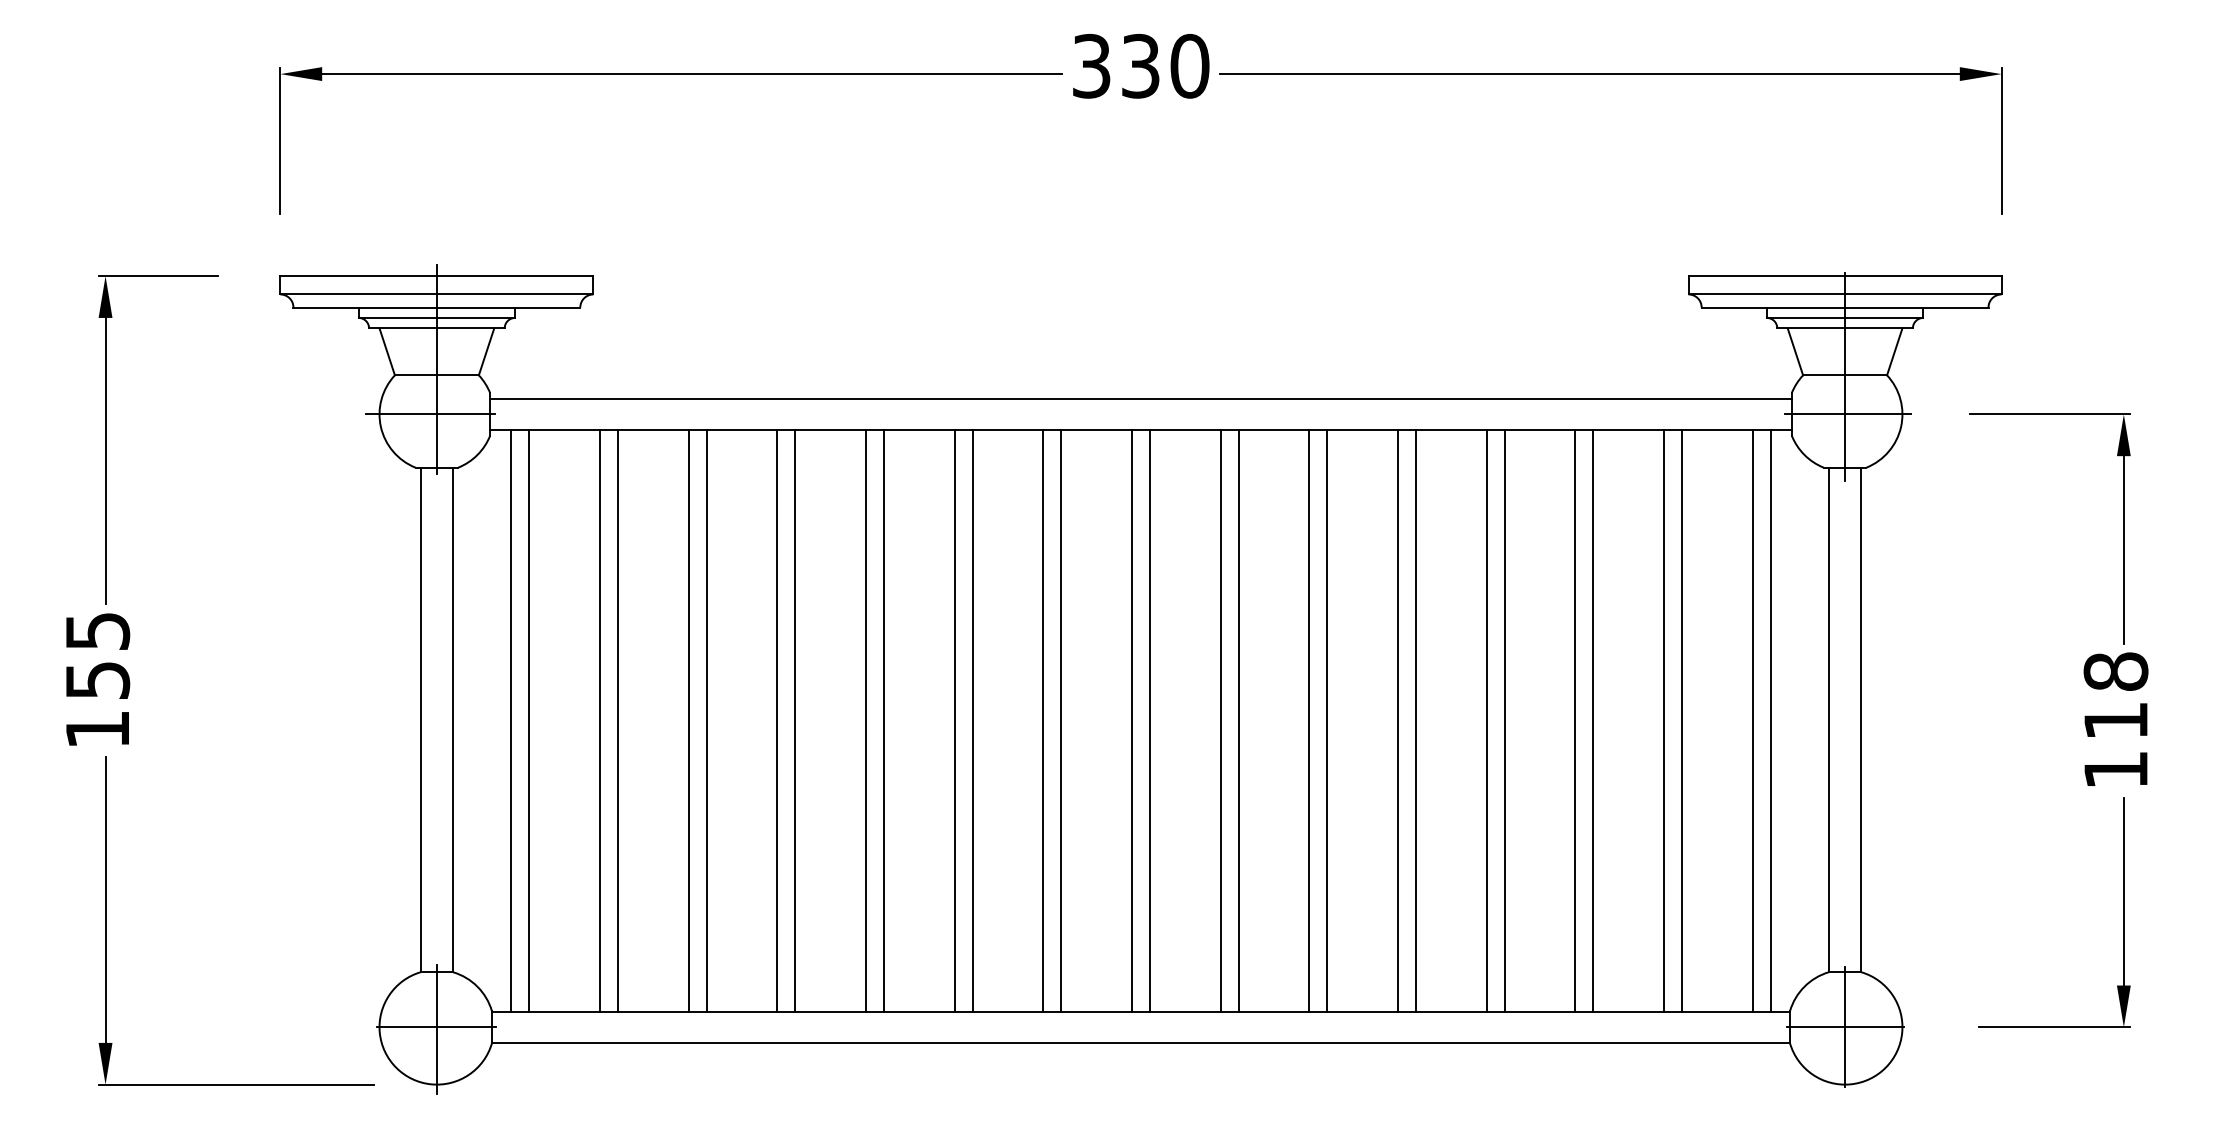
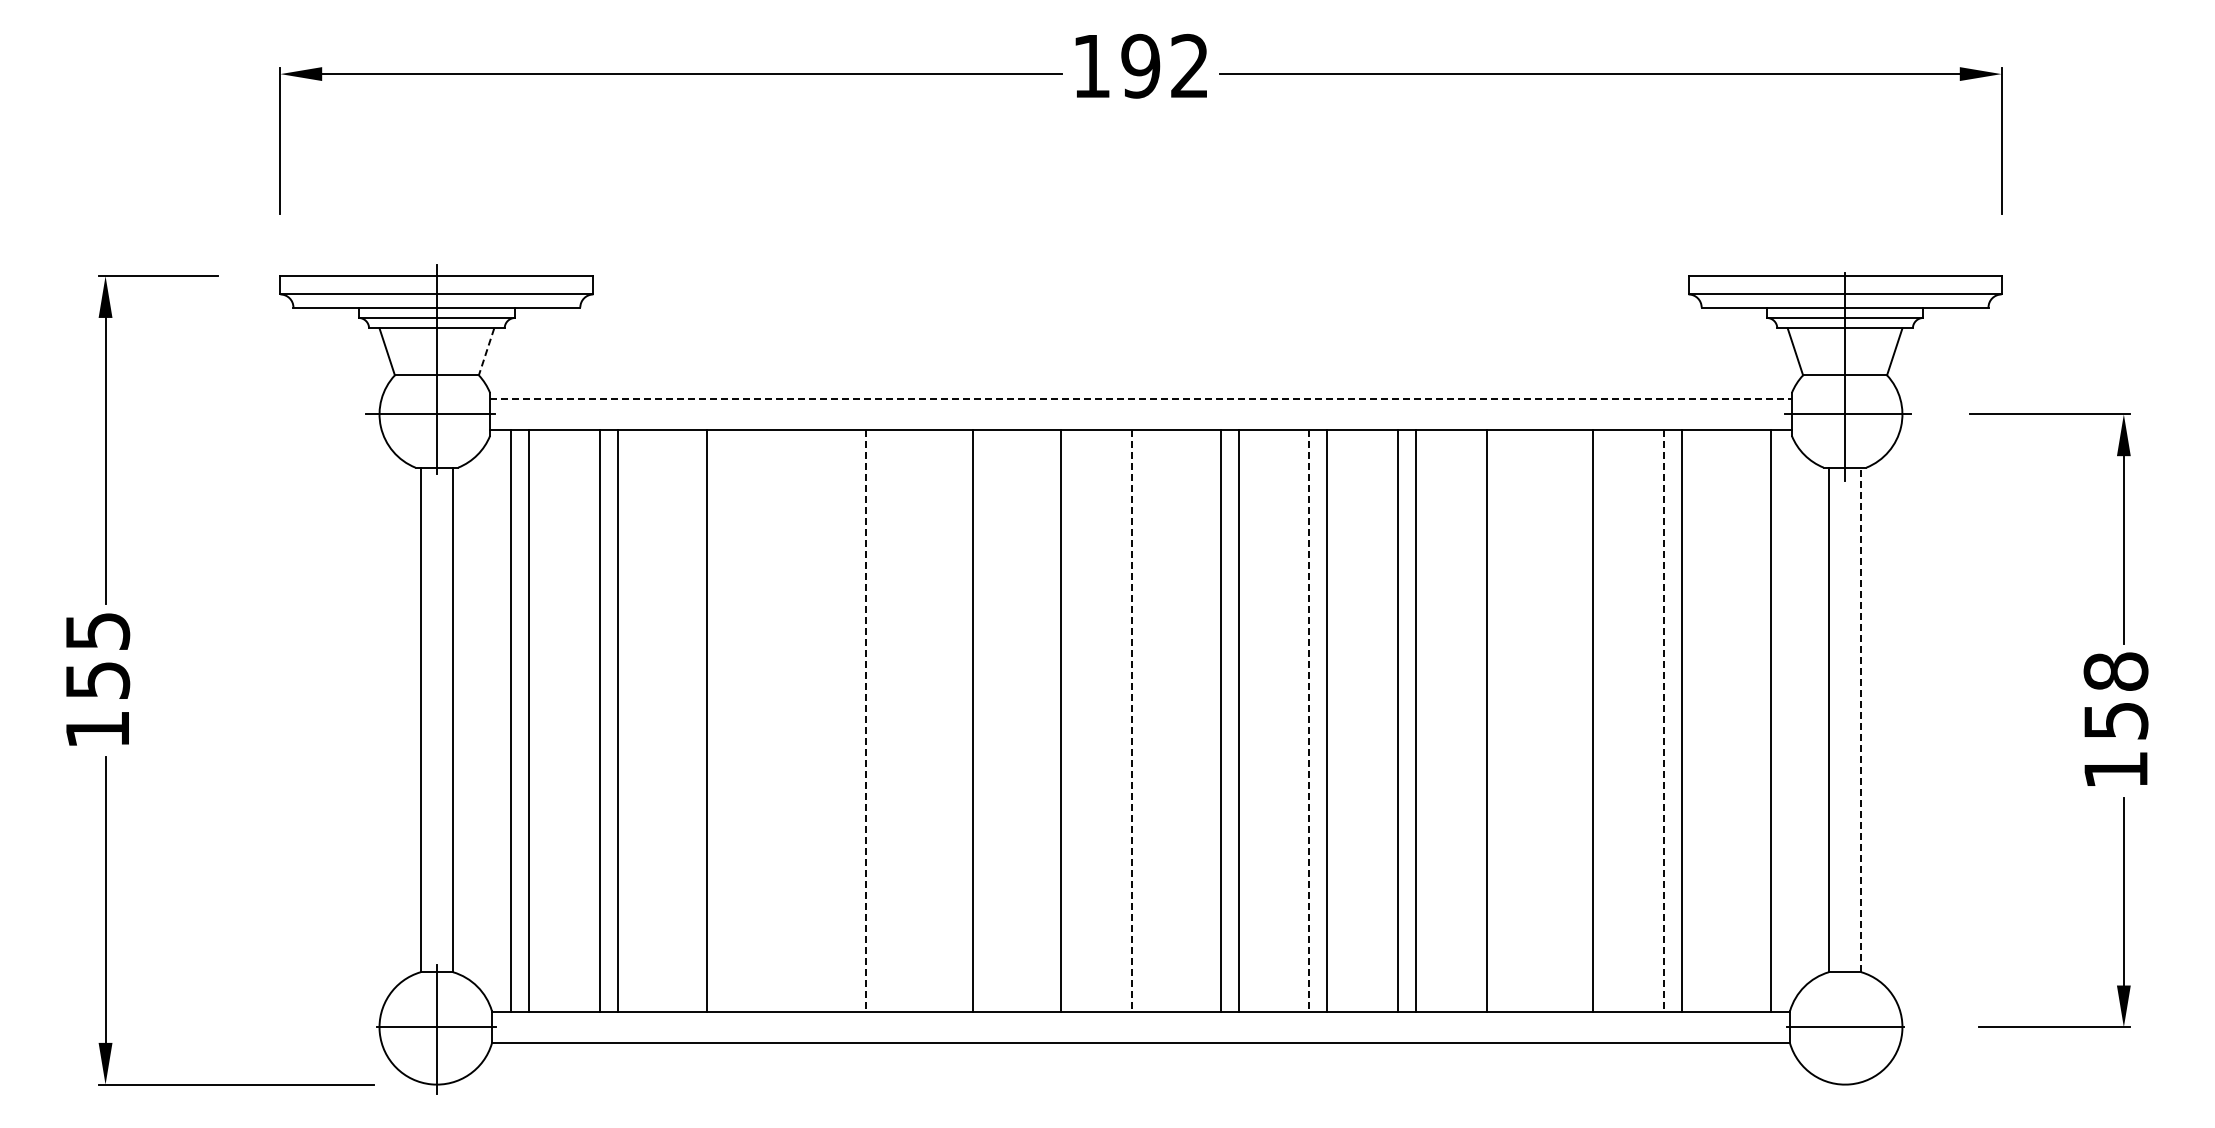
text at (1141, 65): 330 -> 192
line at (486, 351): solid -> dashed
line at (1140, 398): solid -> dashed
line at (1860, 719): solid -> dashed
line at (688, 720): present -> none
line at (777, 720): present -> none
line at (795, 720): present -> none
line at (865, 720): solid -> dashed
line at (884, 720): present -> none
line at (954, 720): present -> none
line at (1043, 720): present -> none
line at (1131, 720): solid -> dashed
line at (1150, 720): present -> none
line at (1309, 720): solid -> dashed
line at (1504, 720): present -> none
line at (1575, 720): present -> none
line at (1663, 720): solid -> dashed
line at (1752, 720): present -> none
text at (2116, 721): 118 -> 158
line at (1845, 1026): present -> none
